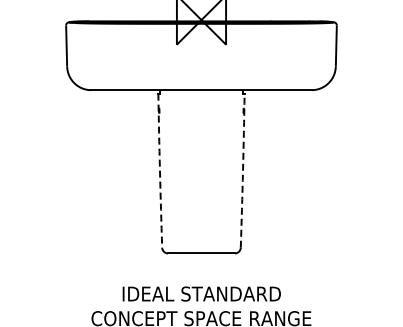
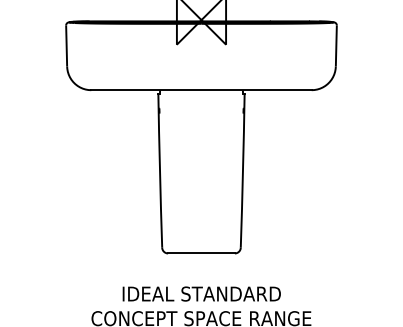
arc at (159, 170): dashed -> solid
arc at (243, 170): dashed -> solid
